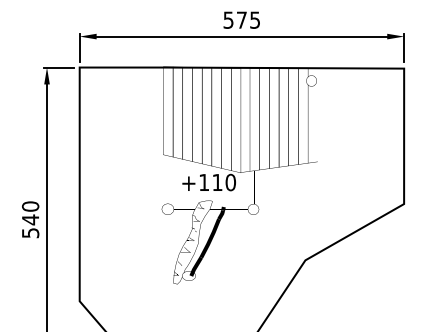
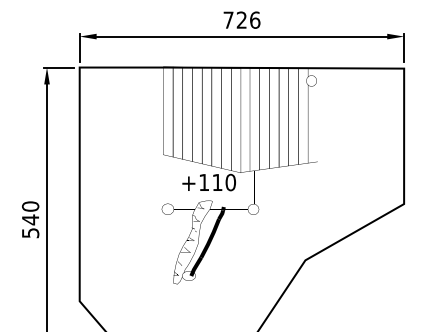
text at (241, 19): 575 -> 726
